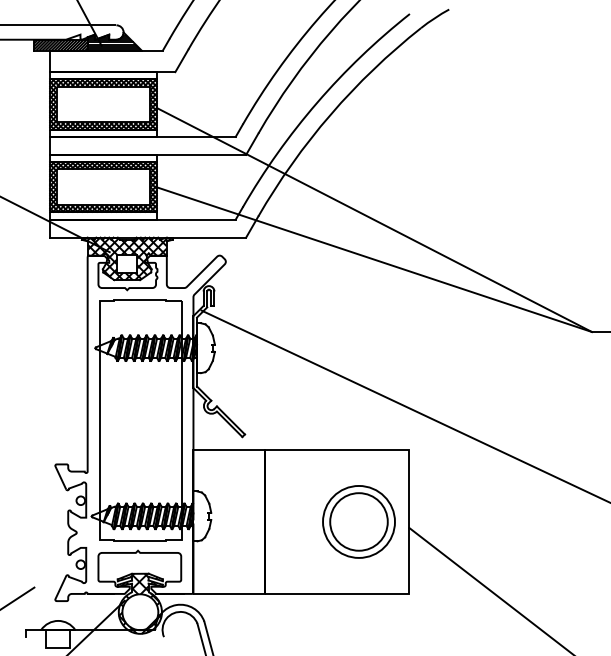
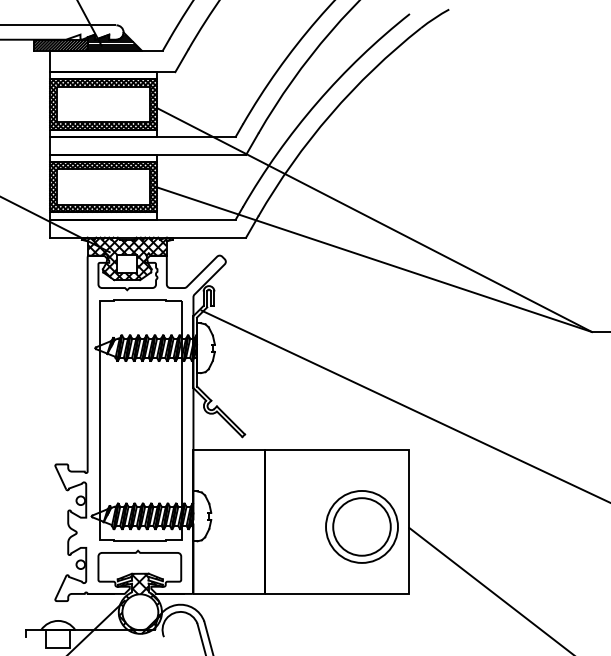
part at (358, 521) position: (358, 521) -> (361, 526)
line at (18, 597): present -> none
